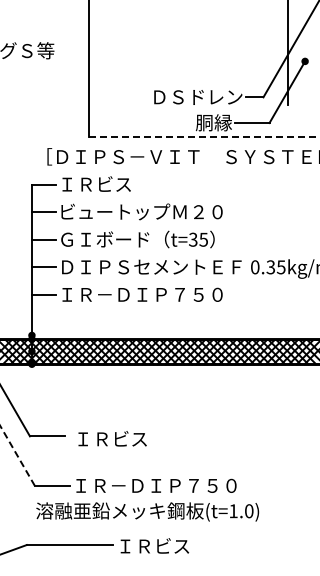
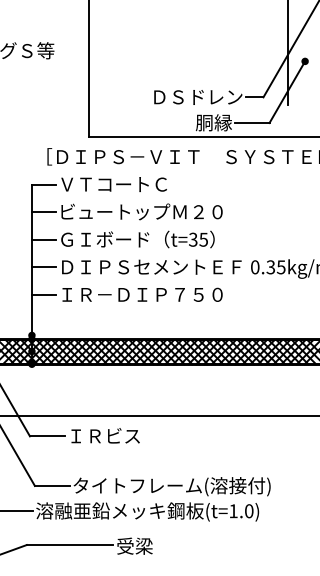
line at (204, 137): dashed -> solid
text at (113, 184): ＩＲビス -> ＶＴコートＣ
line at (159, 415): none -> present
text at (112, 438) position: (112, 438) -> (105, 435)
line at (17, 455): dashed -> solid
text at (171, 486): ＩＲ－ＤＩＰ７５０ -> タイトフレーム(溶接付)
line at (17, 511): none -> present
text at (153, 545): ＩＲビス -> 受梁
